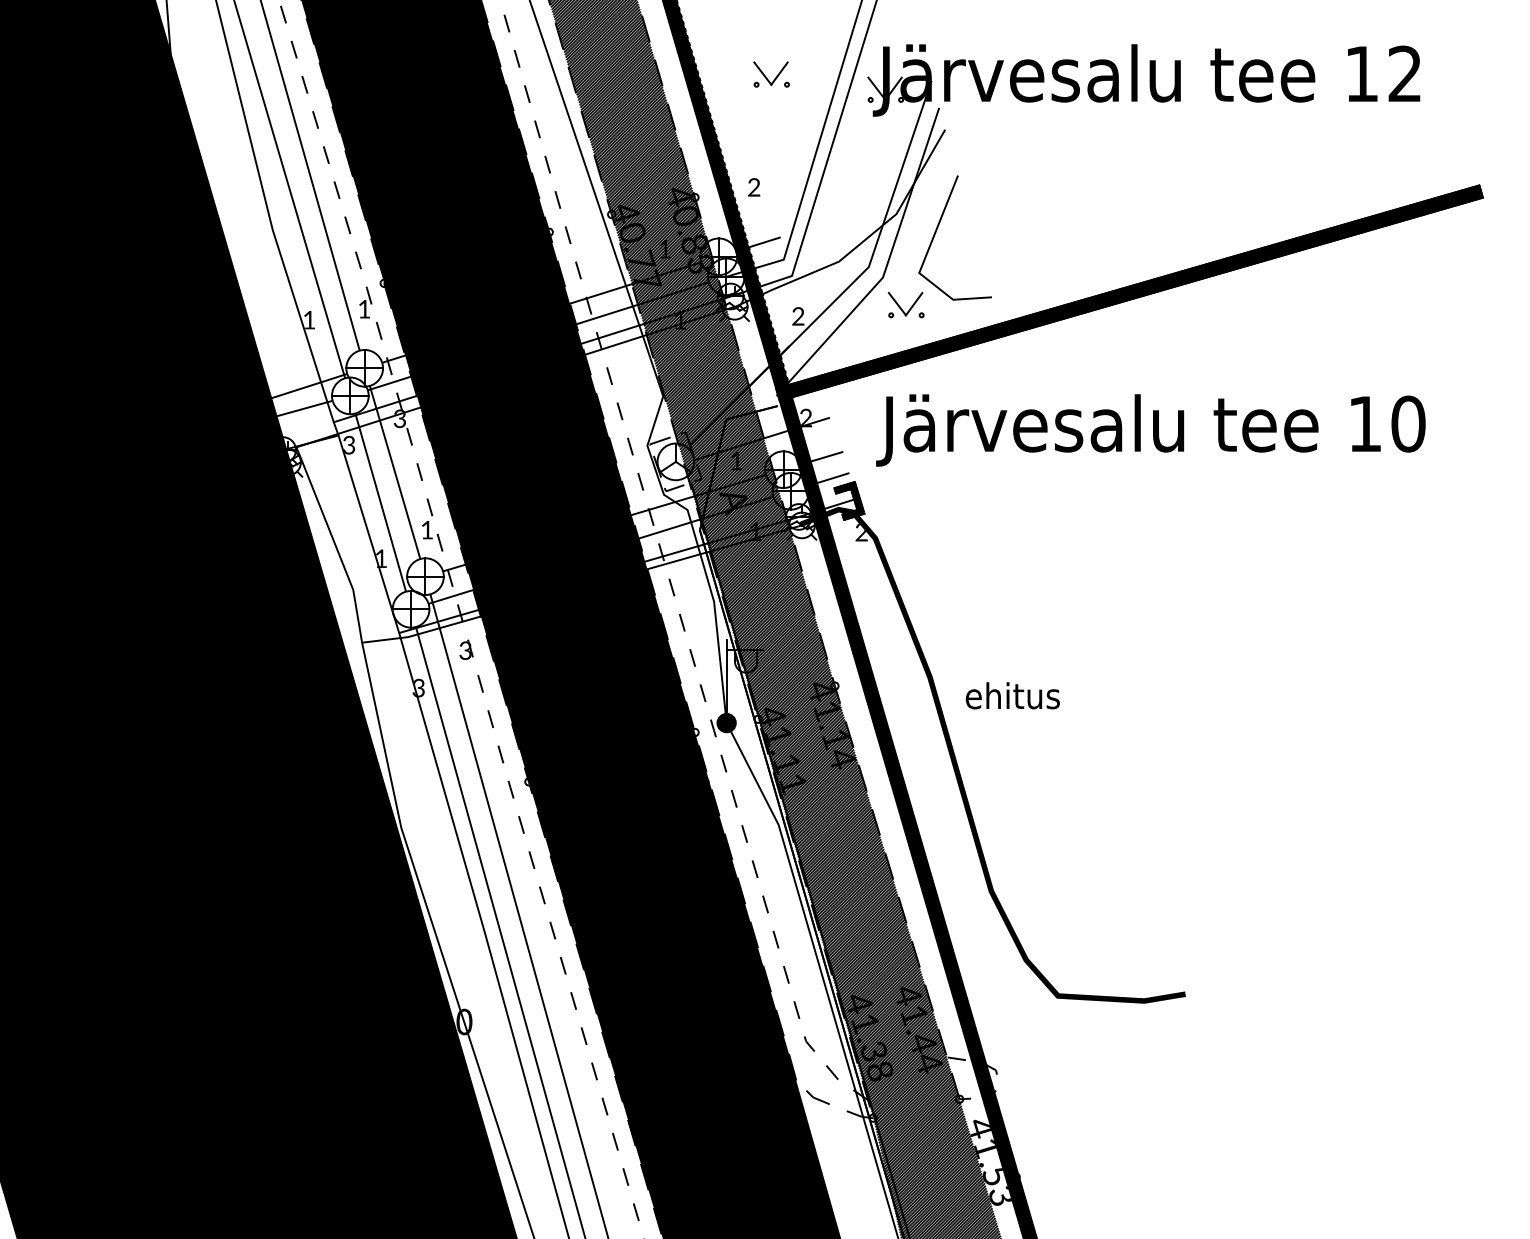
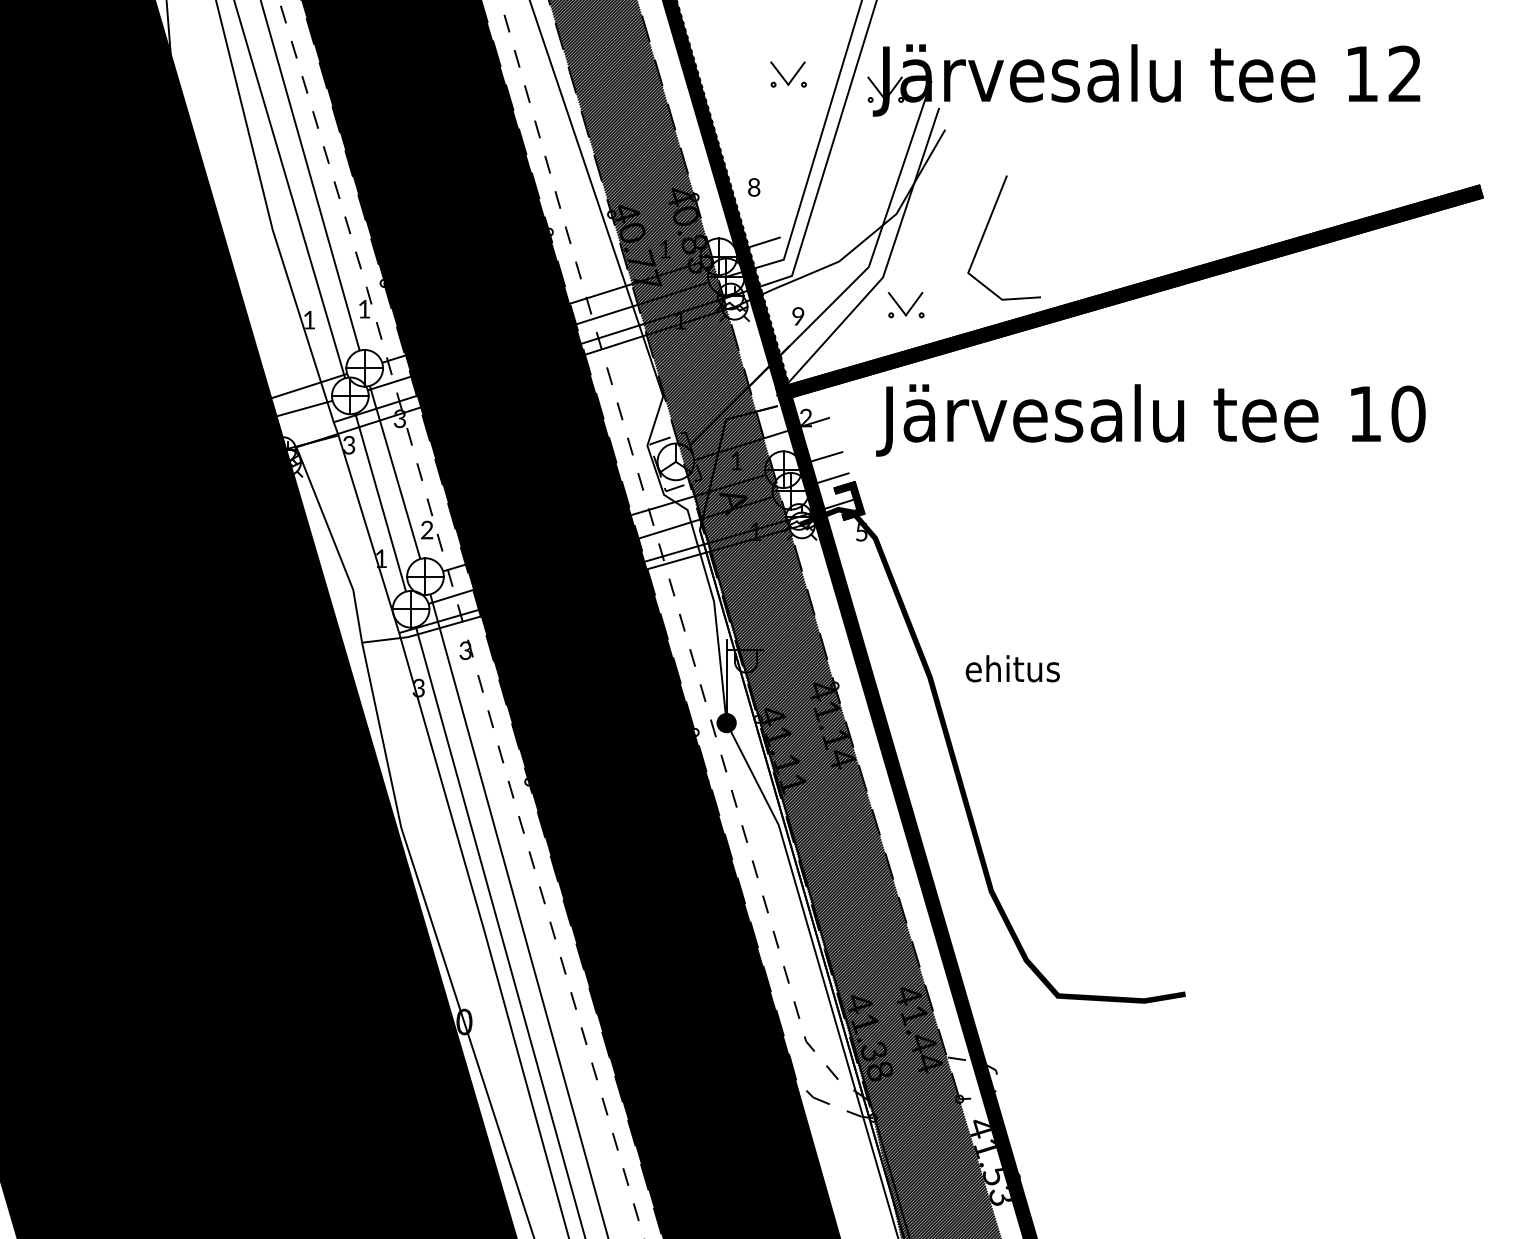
part at (771, 74) position: (771, 74) -> (788, 74)
text at (754, 187): 2 -> 8
line at (937, 230) position: (937, 230) -> (986, 230)
text at (798, 316): 2 -> 9
text at (1150, 430) position: (1150, 430) -> (1150, 420)
text at (427, 529): 1 -> 2
text at (861, 532): 2 -> 5
text at (1012, 695) position: (1012, 695) -> (1012, 668)
